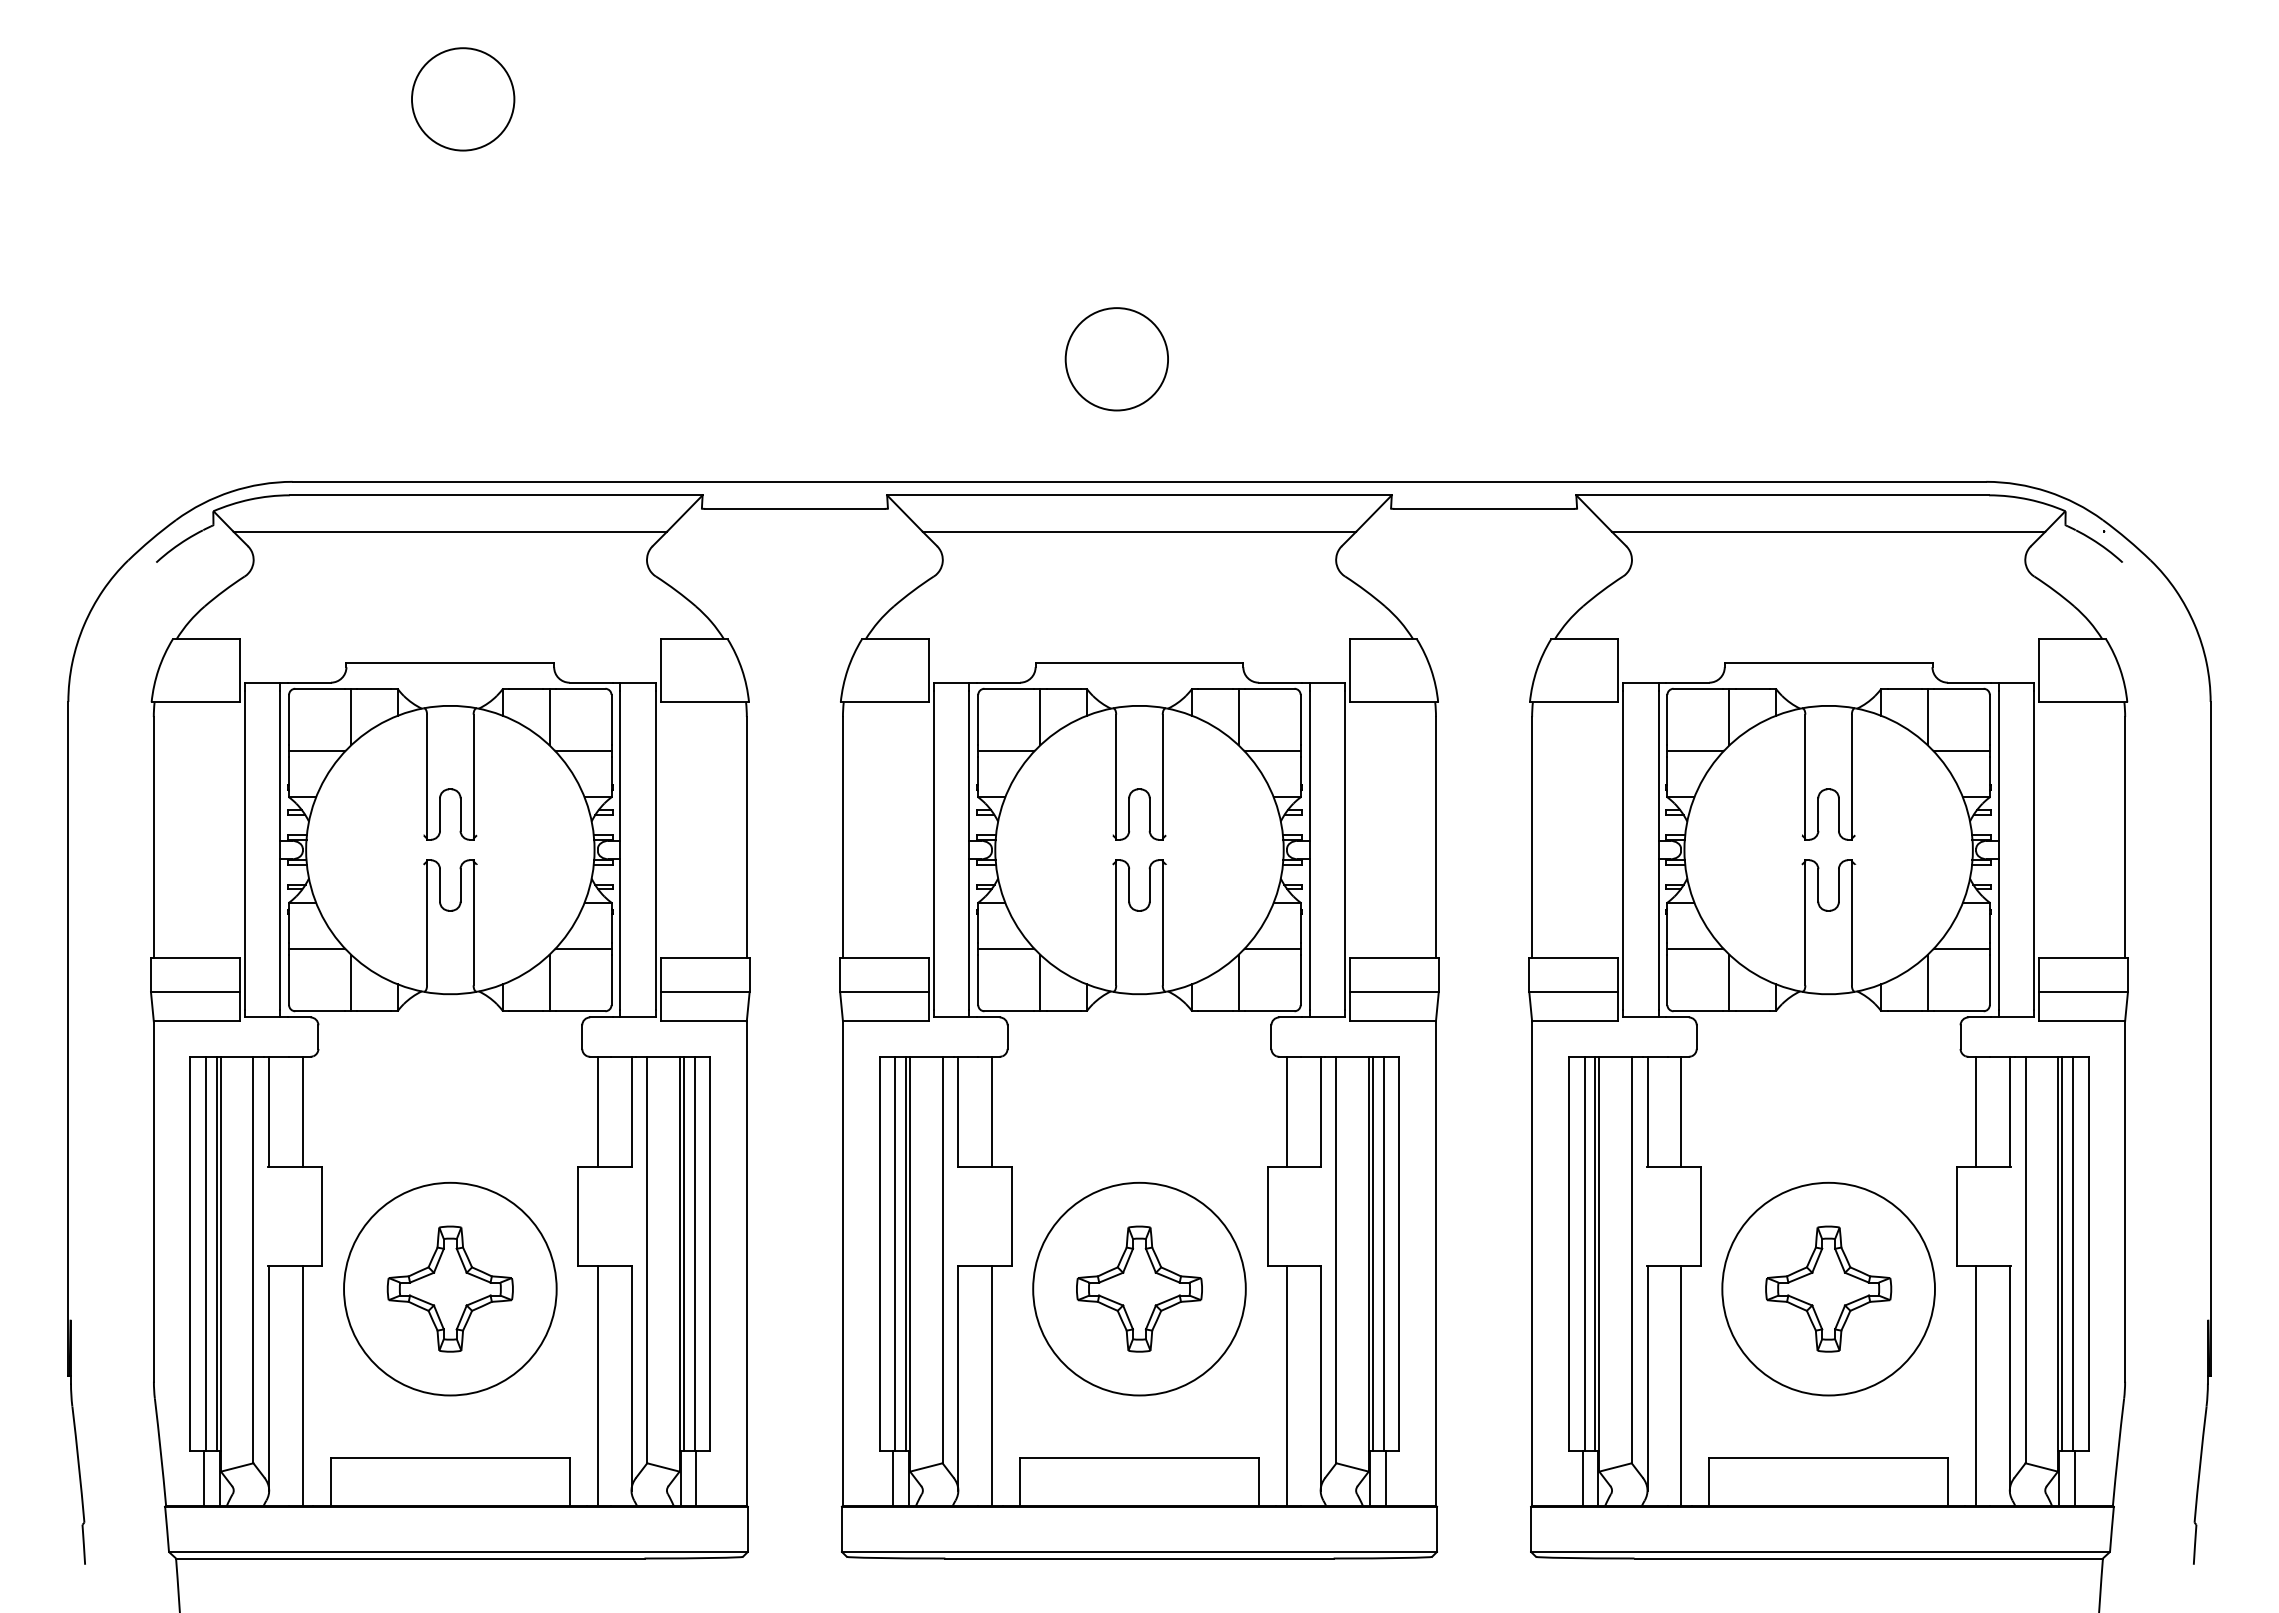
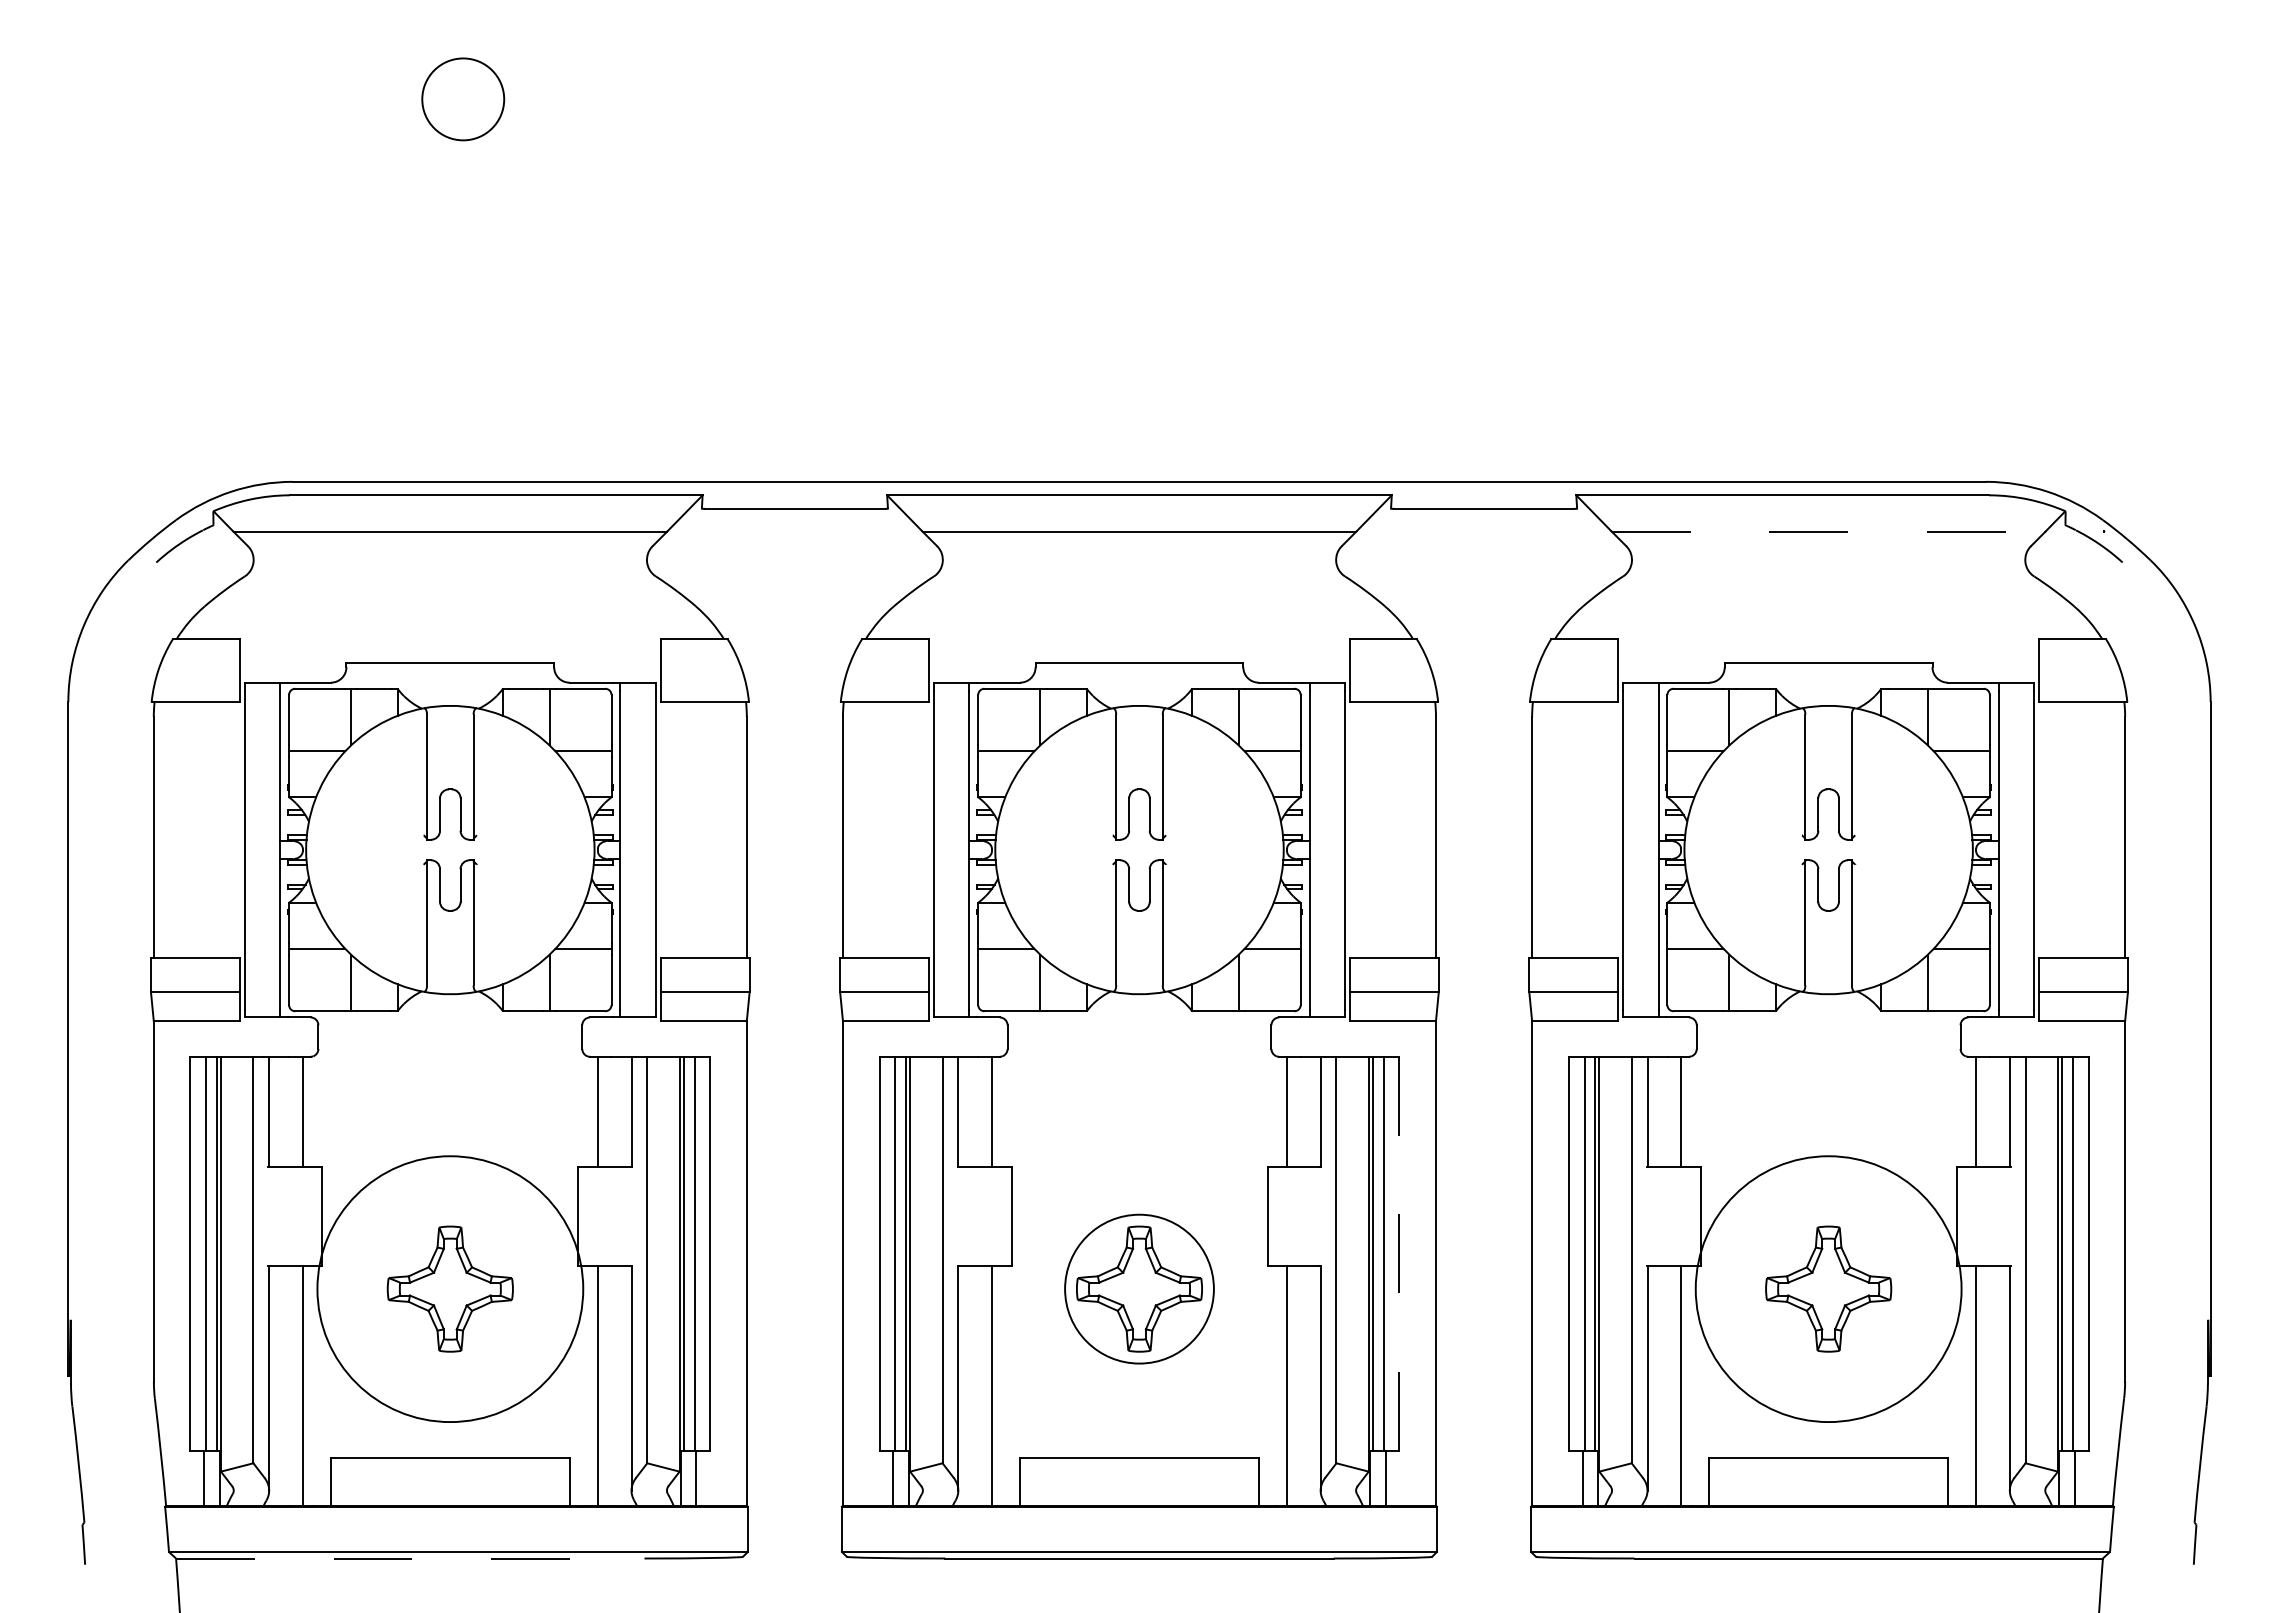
circle at (463, 99) size: 105x105 px -> 85x85 px
circle at (1116, 359): present -> none
line at (1828, 531): solid -> dashed
line at (1399, 1253): solid -> dashed
circle at (450, 1288) diameter: 213 px -> 266 px
circle at (1139, 1288) diameter: 213 px -> 149 px
circle at (1828, 1288) diameter: 213 px -> 266 px
line at (410, 1558): solid -> dashed
